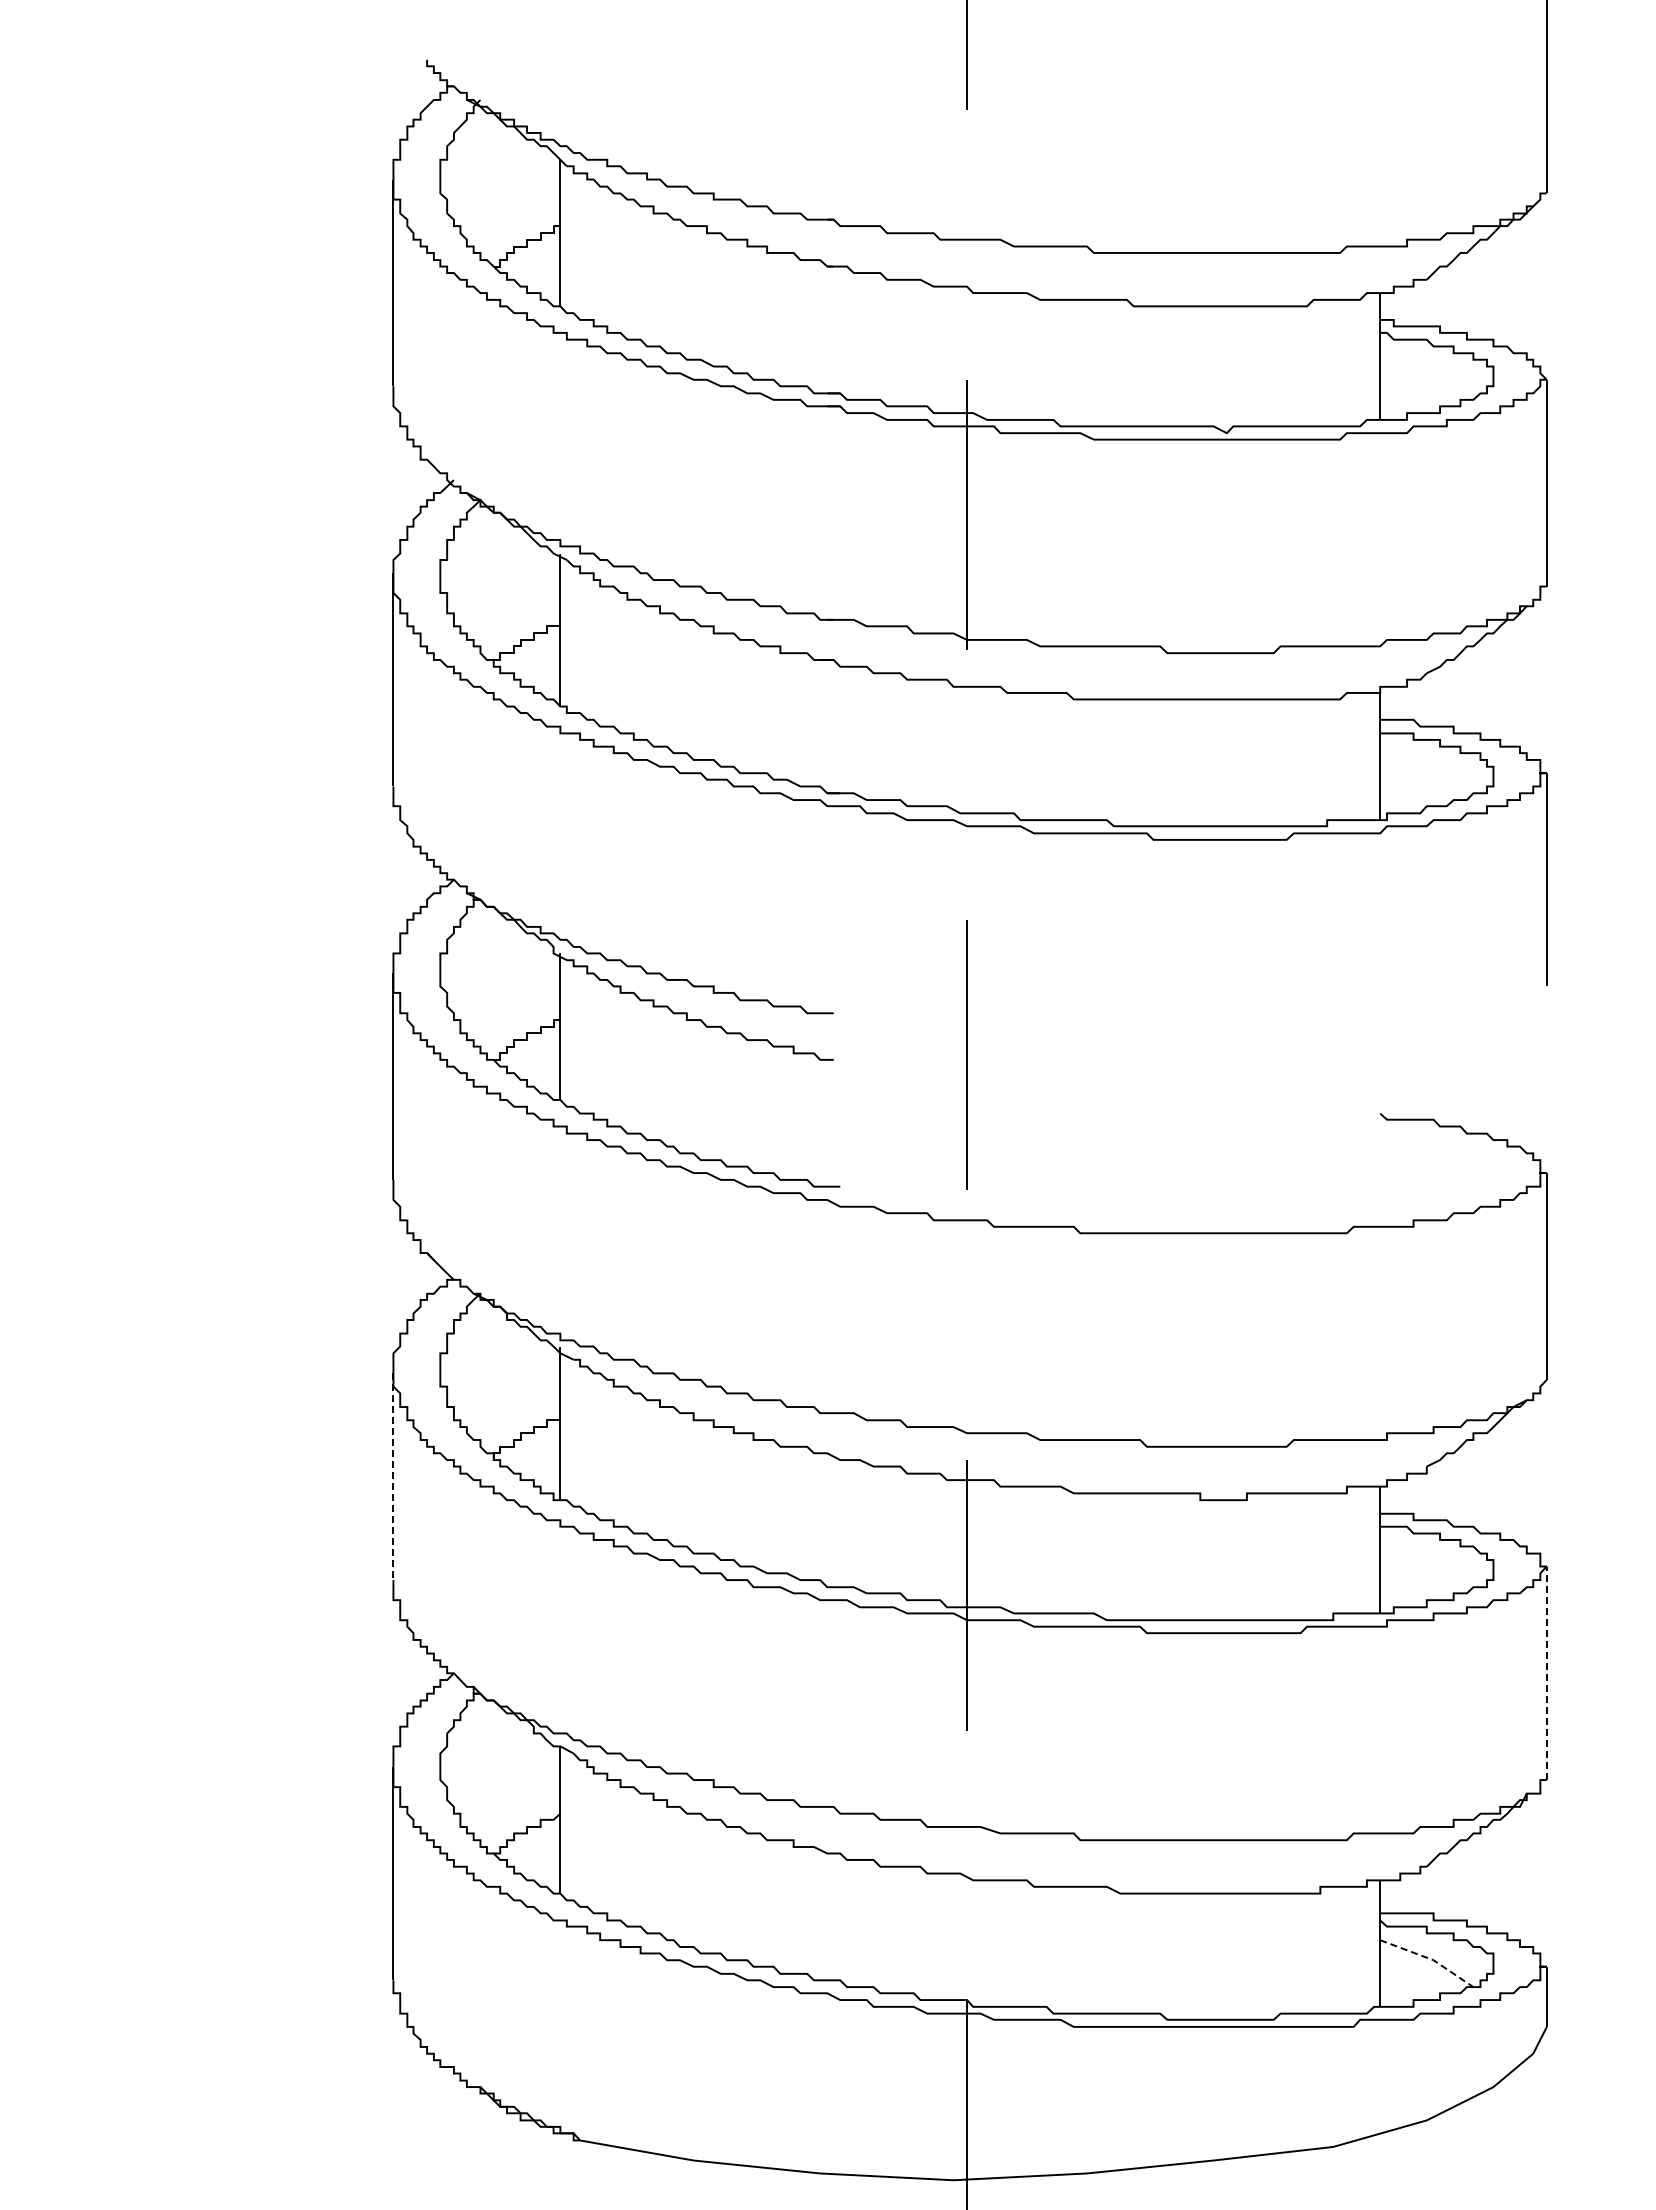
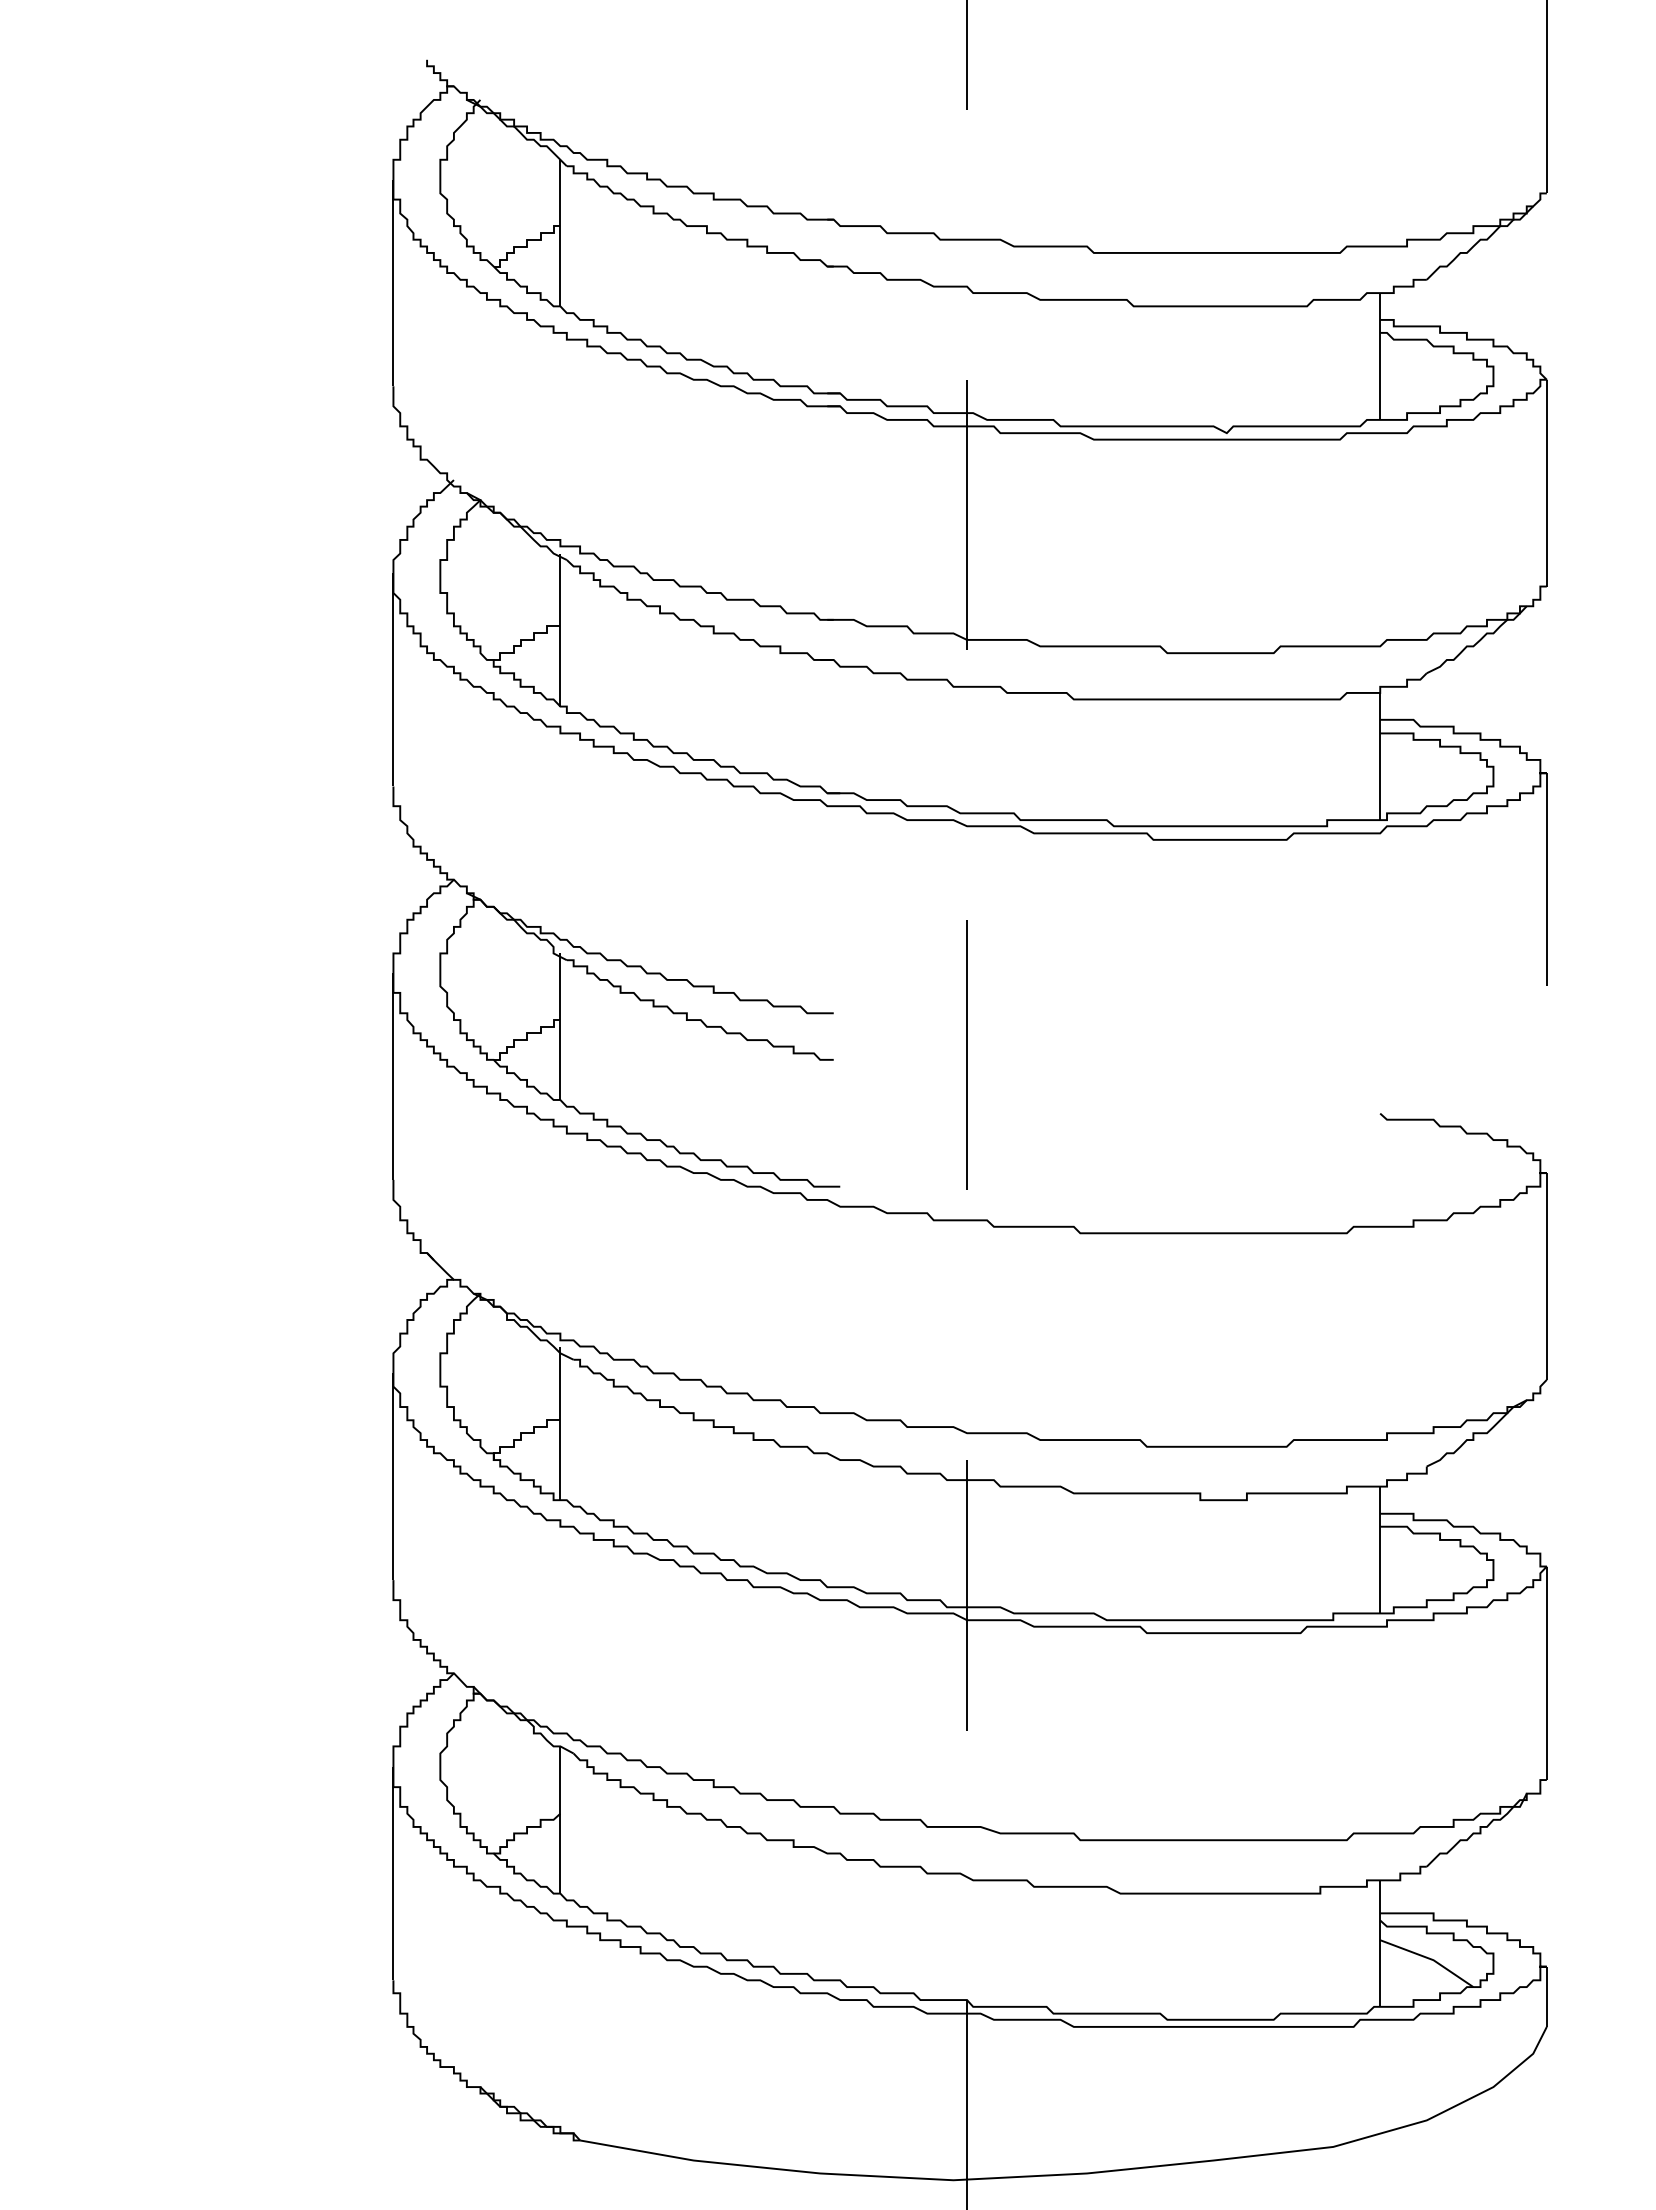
line at (393, 1477): dashed -> solid
line at (1546, 1673): dashed -> solid
line at (1429, 1958): dashed -> solid
